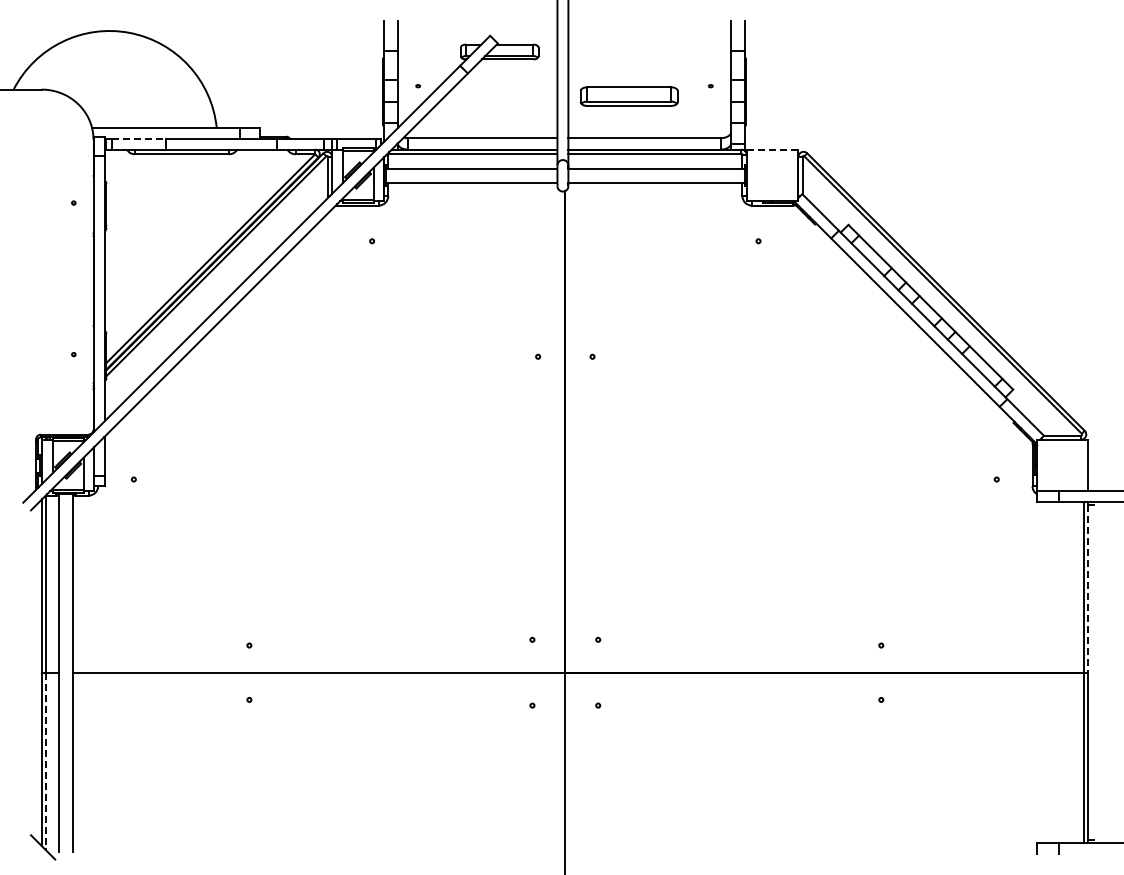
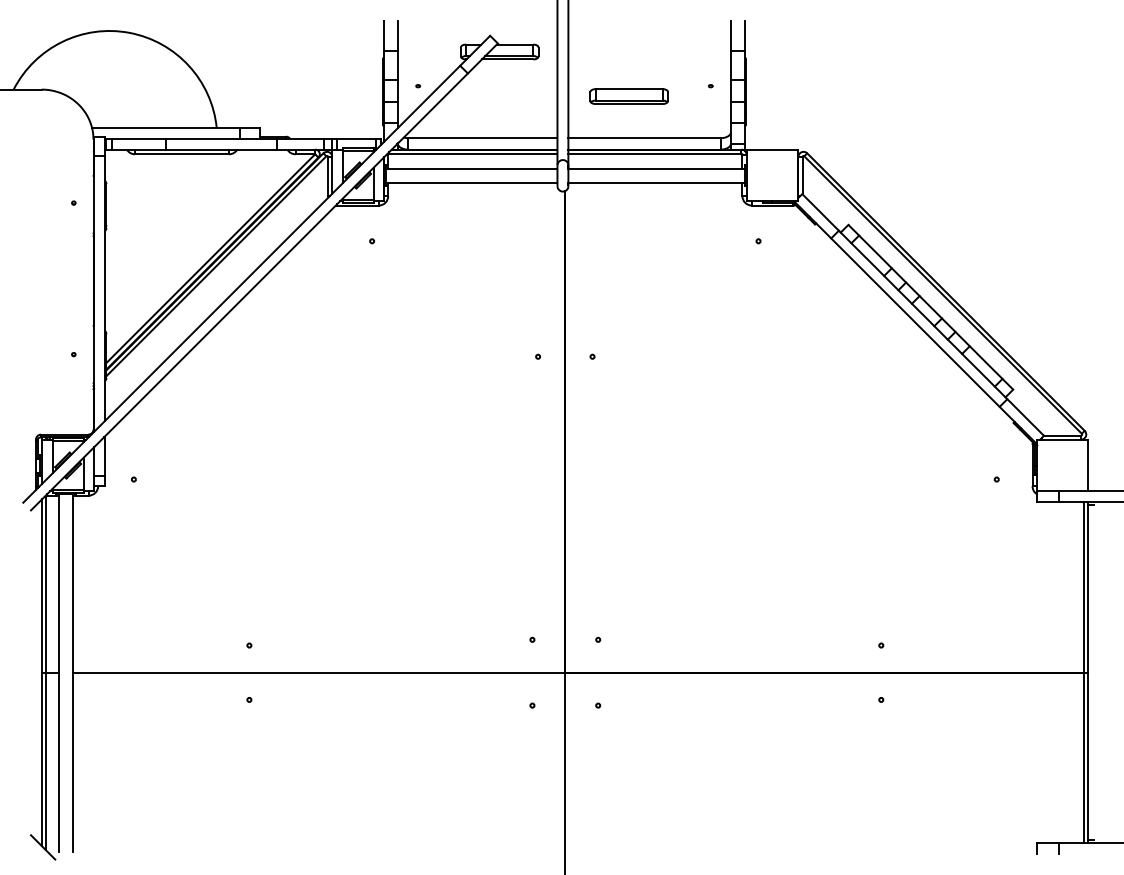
part at (628, 96) size: 100x21 px -> 80x17 px
line at (139, 138): dashed -> solid
line at (772, 149): dashed -> solid
line at (1088, 589): dashed -> solid
line at (46, 761): dashed -> solid
